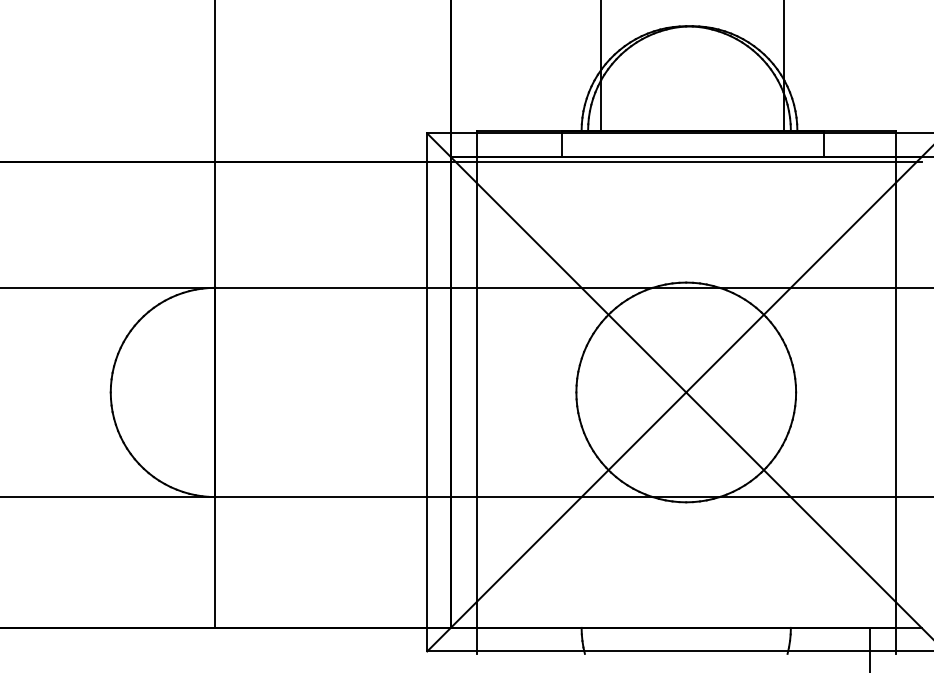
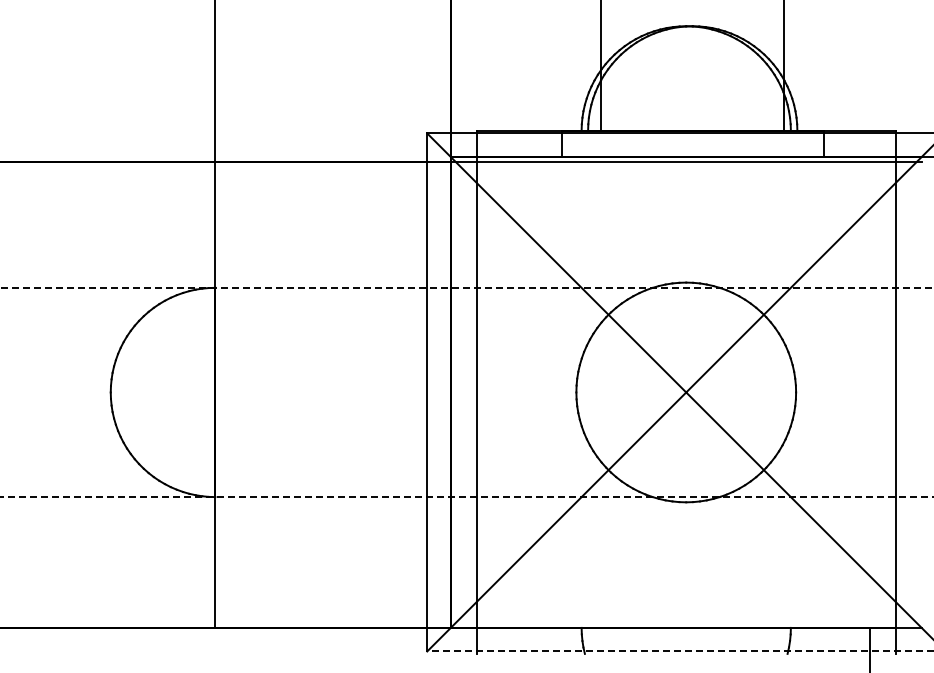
line at (466, 287): solid -> dashed
line at (467, 497): solid -> dashed
line at (680, 651): solid -> dashed
